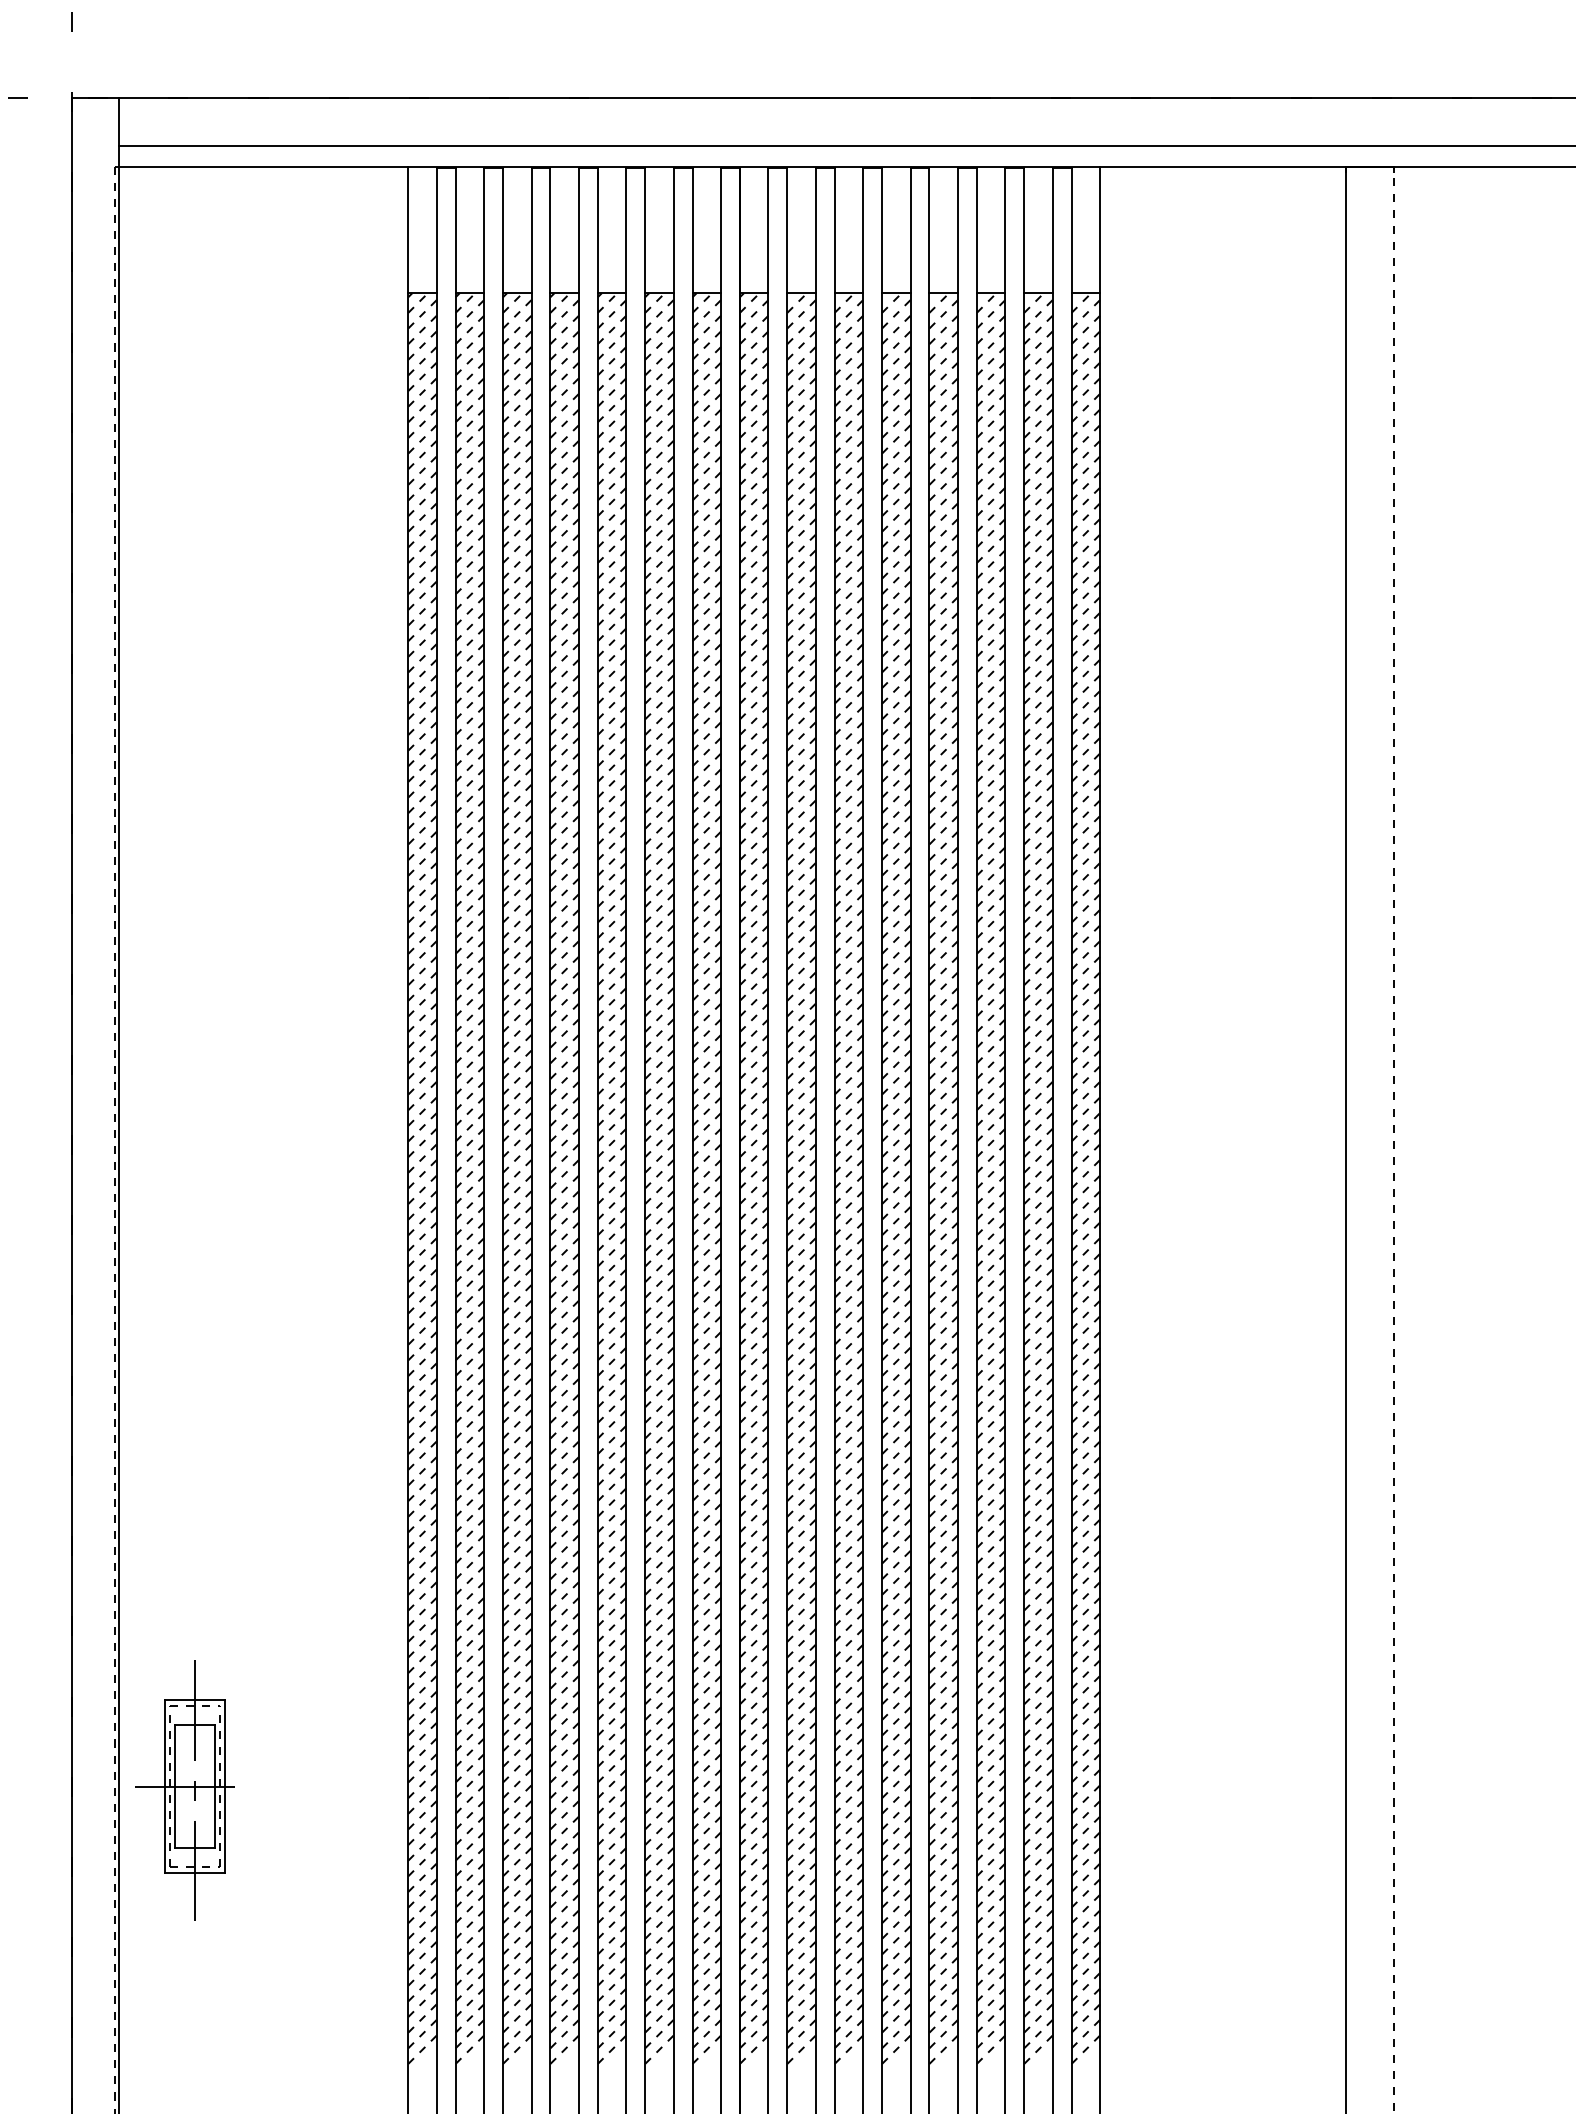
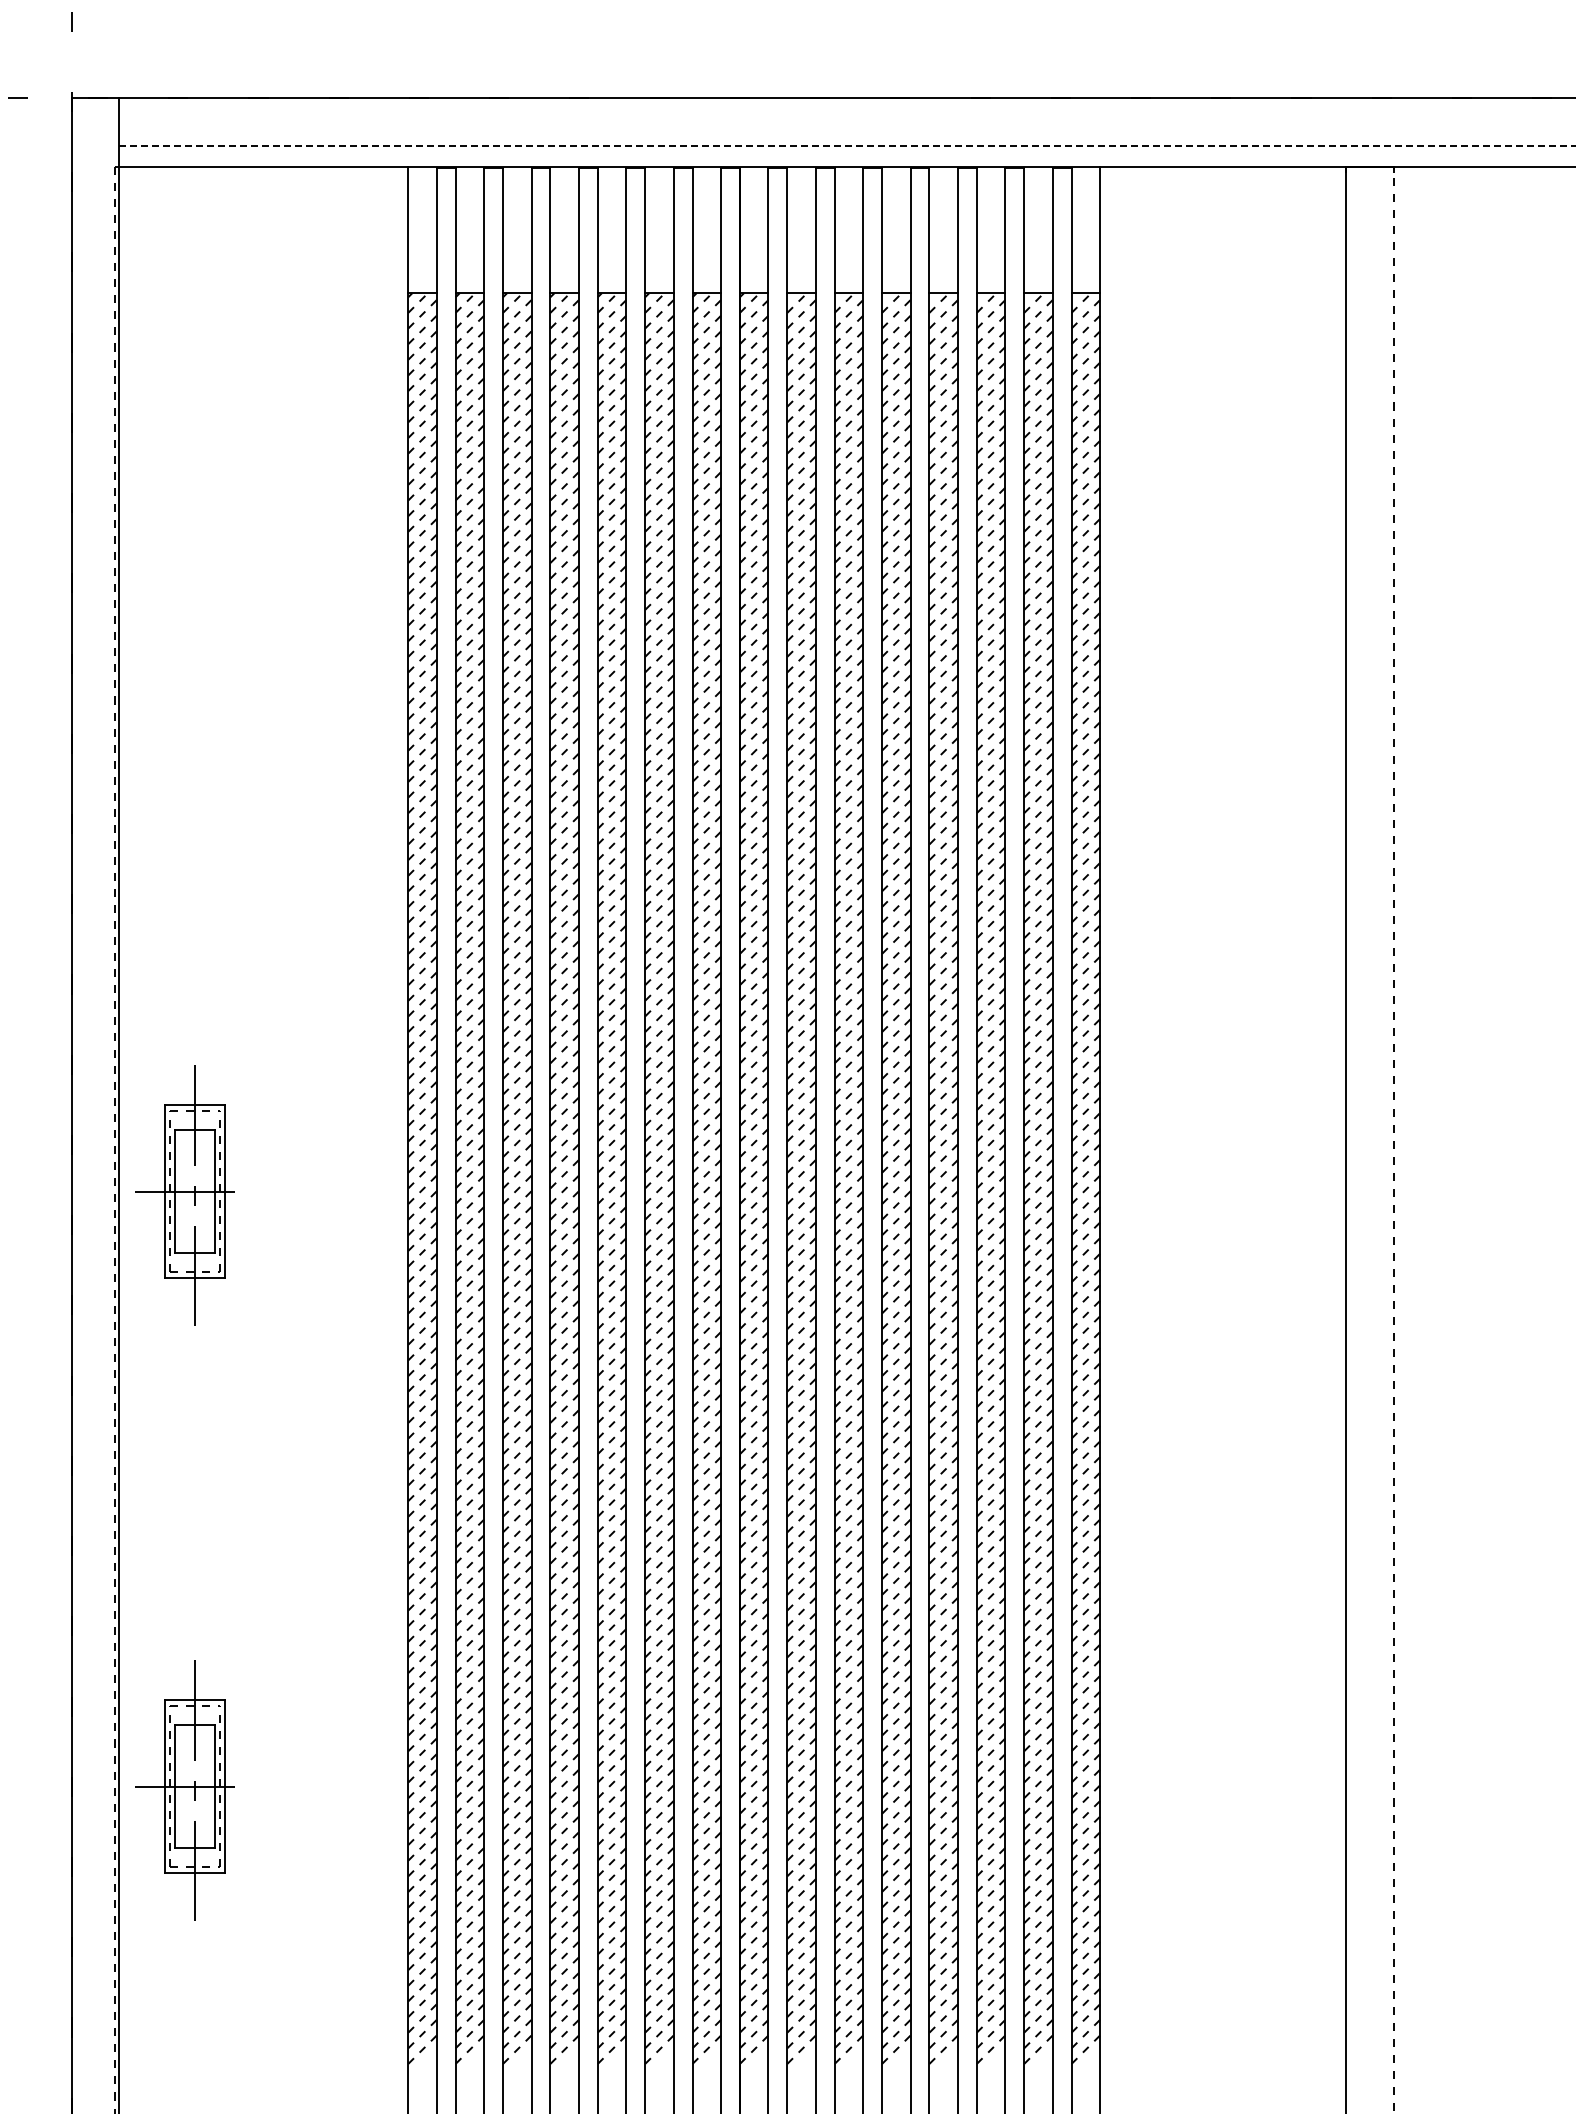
line at (847, 145): solid -> dashed
part at (184, 1195): none -> present
